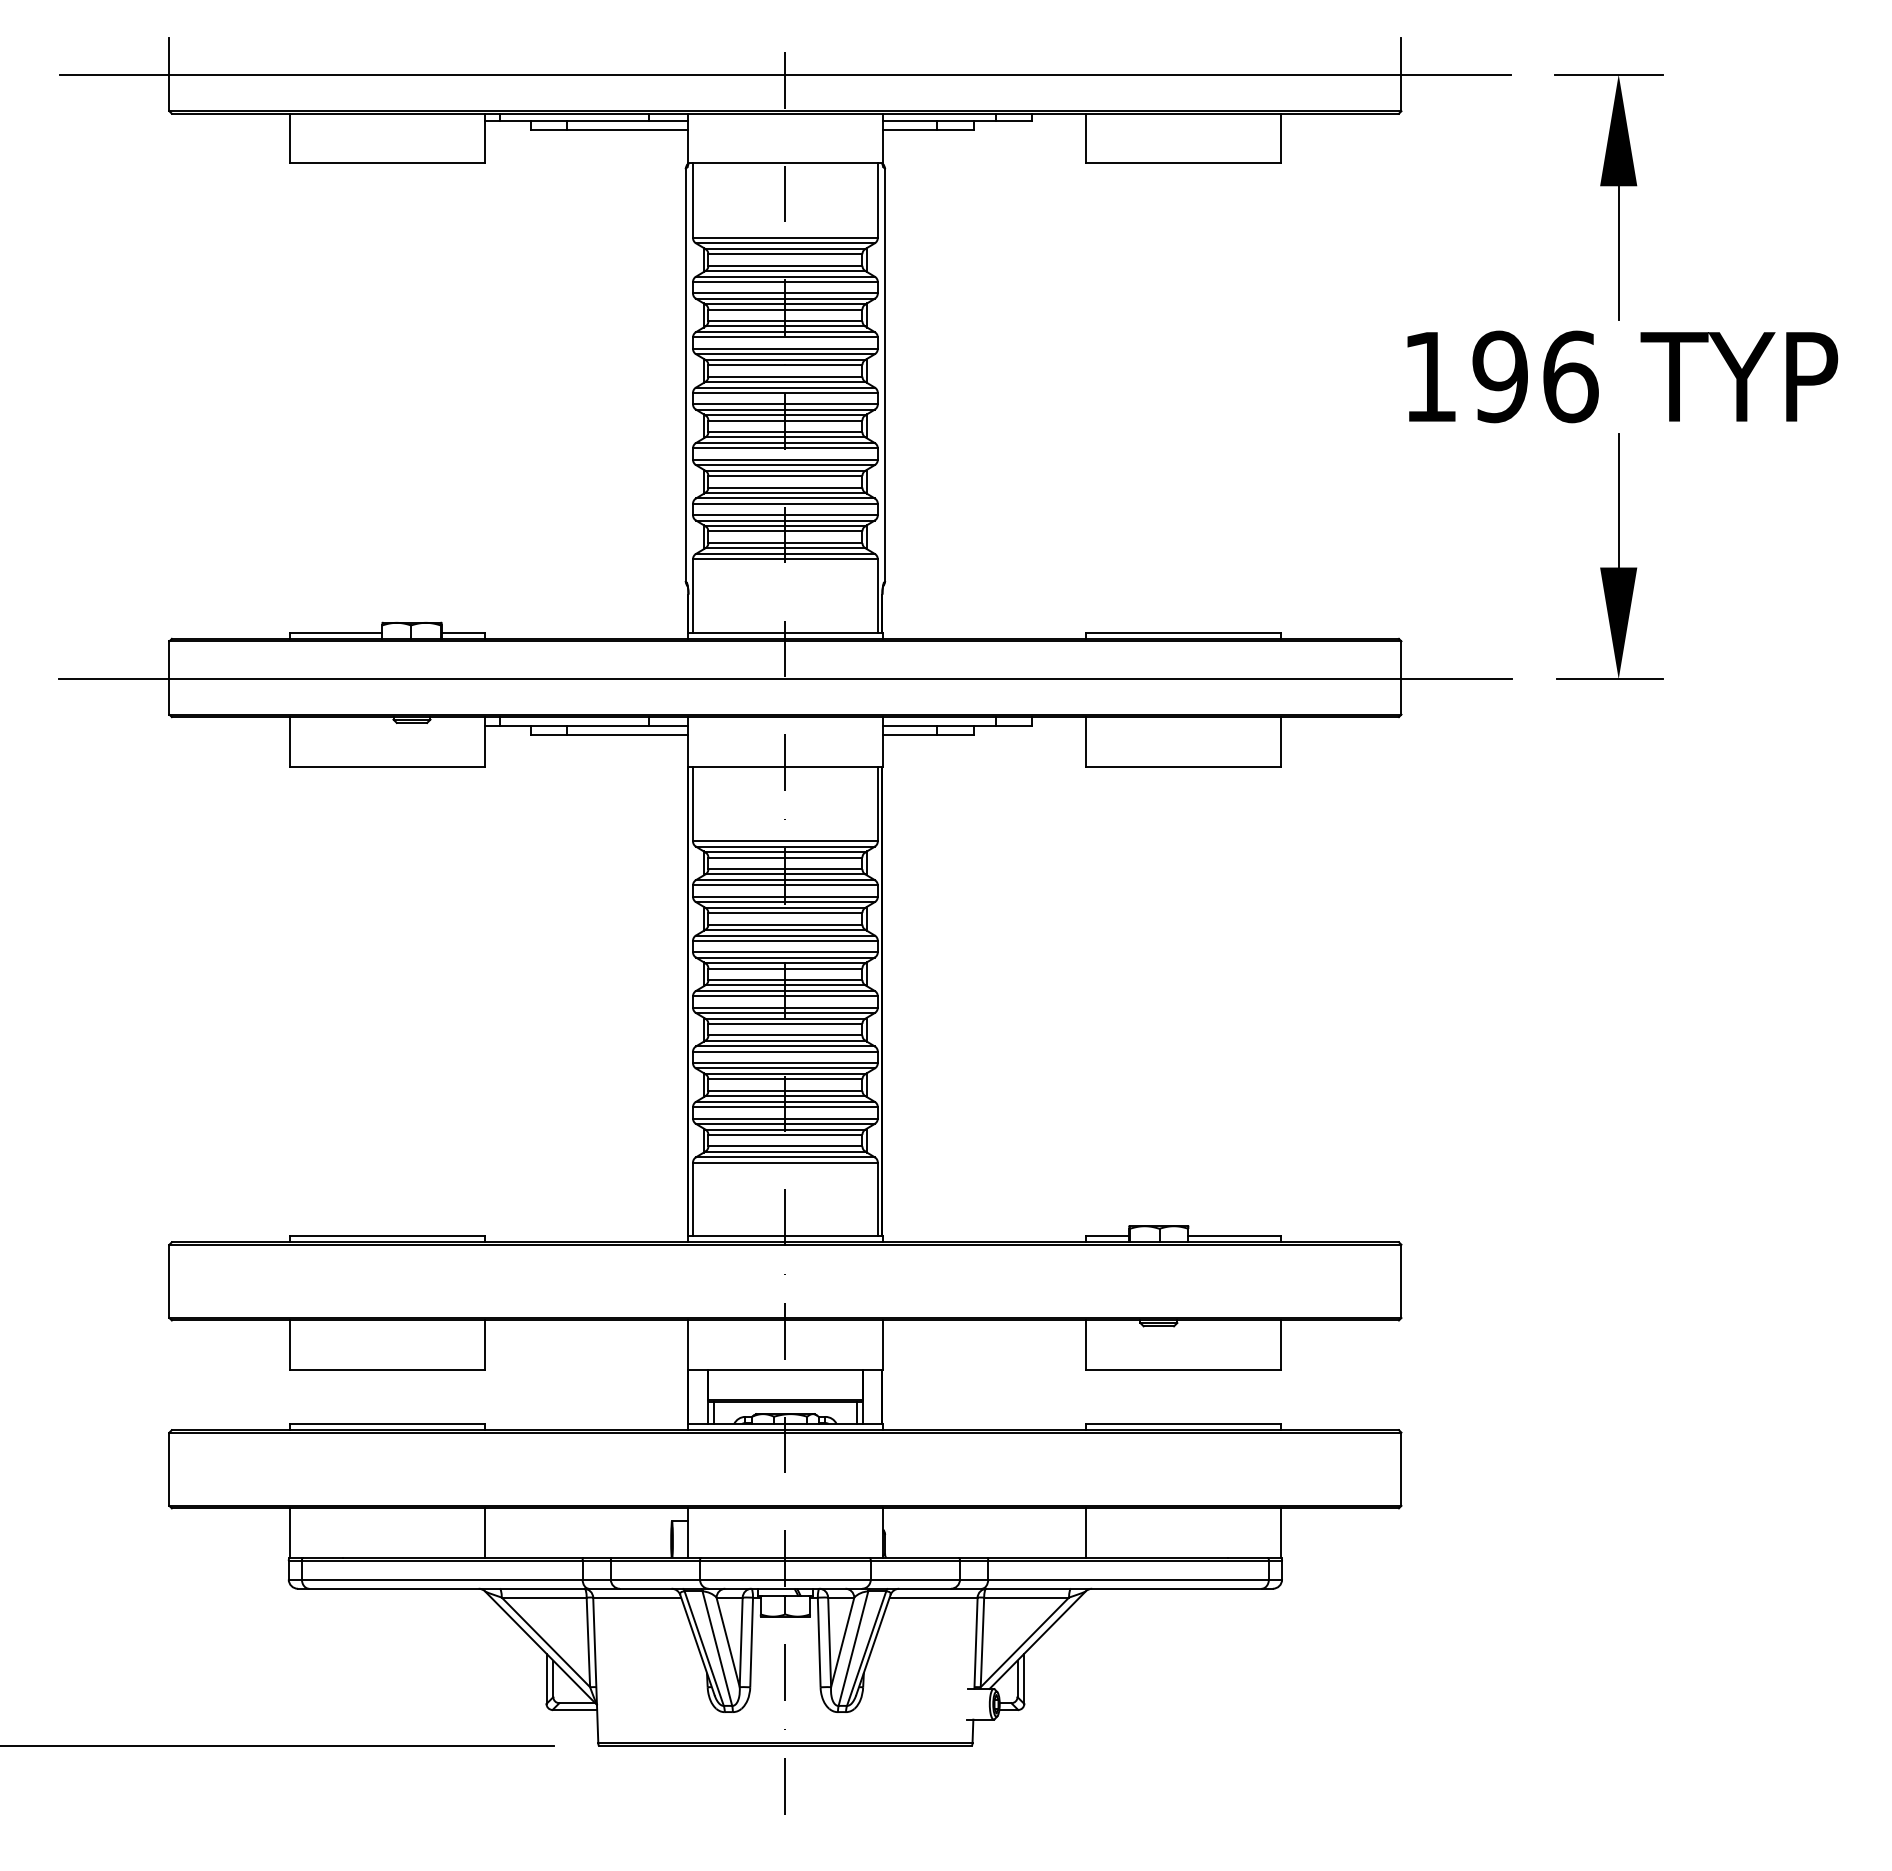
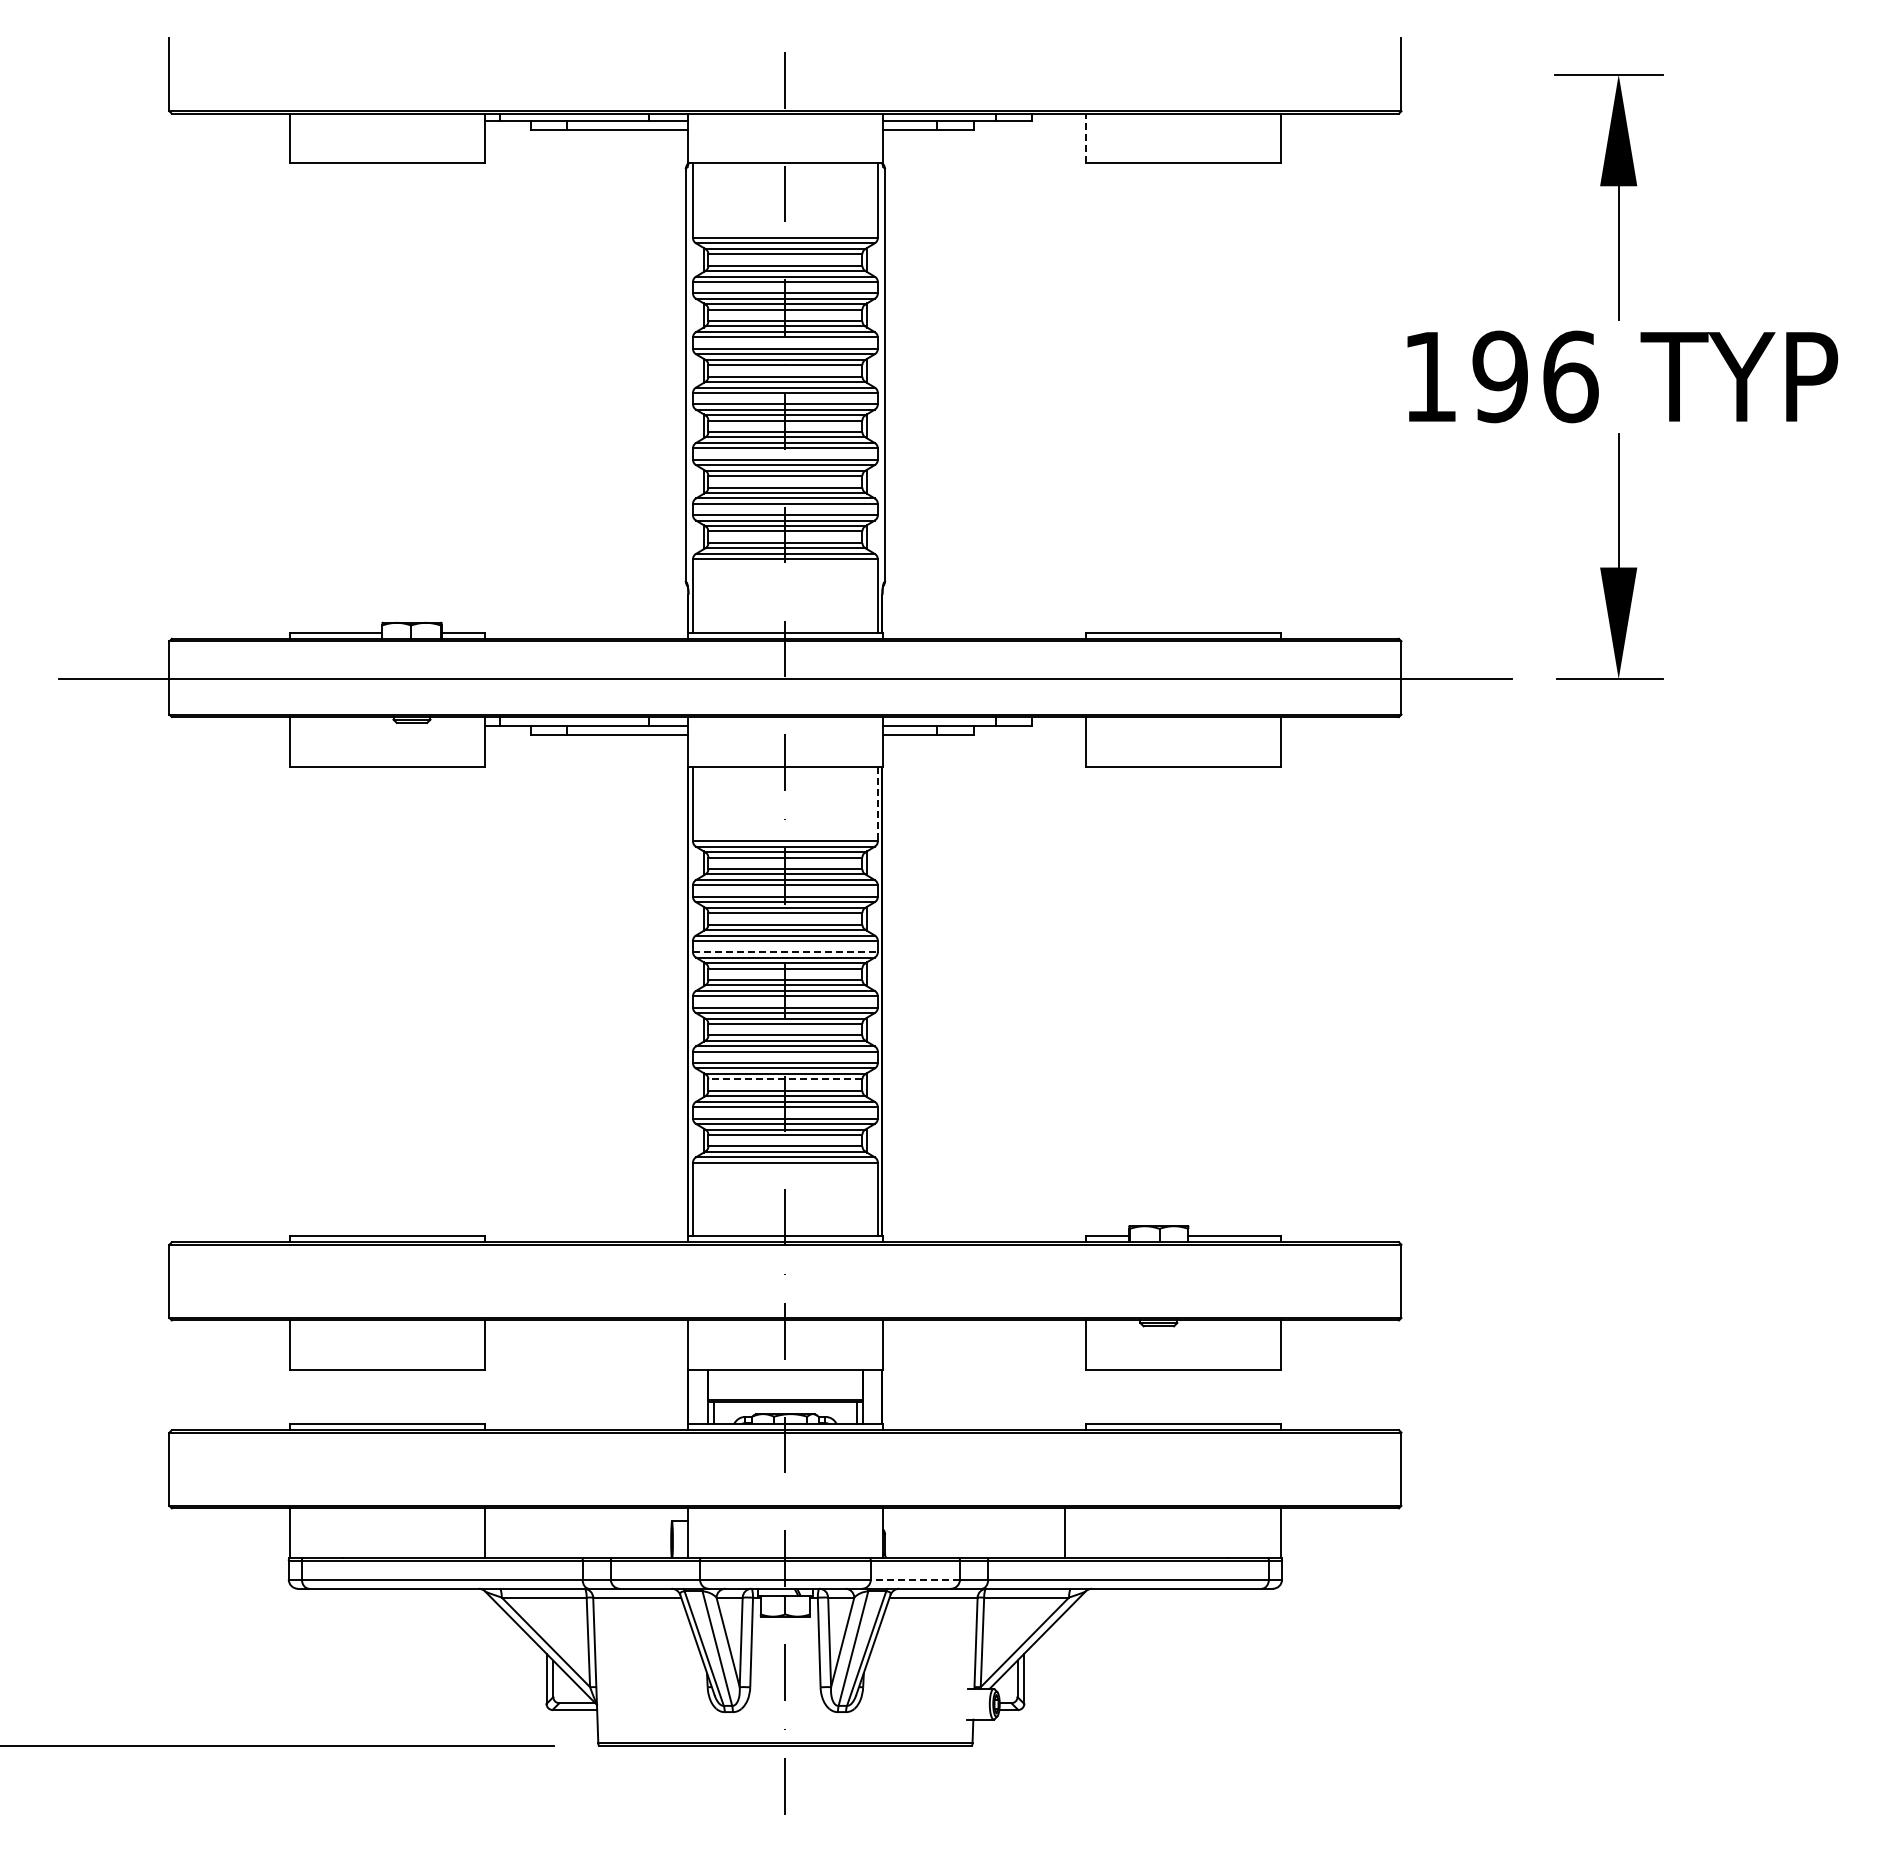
line at (785, 74): present -> none
line at (1085, 138): solid -> dashed
line at (877, 804): solid -> dashed
line at (785, 952): solid -> dashed
line at (784, 1079): solid -> dashed
line at (1085, 1532) position: (1085, 1532) -> (1064, 1532)
line at (915, 1579): solid -> dashed
